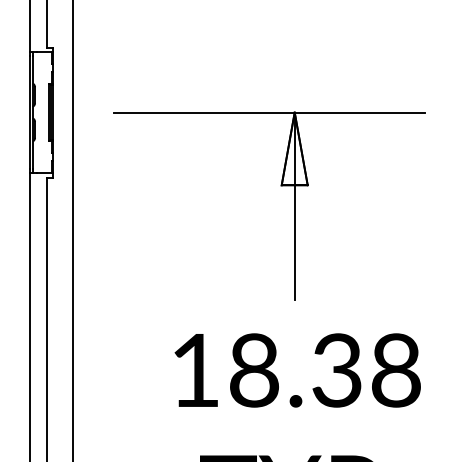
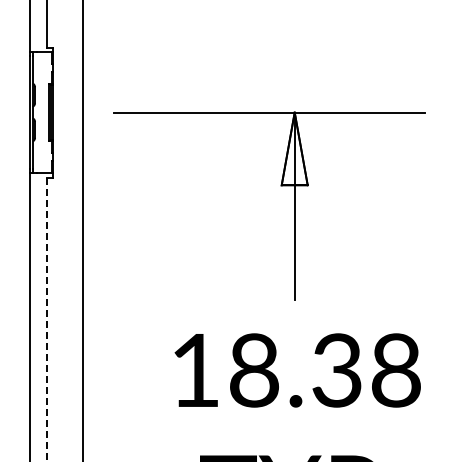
line at (72, 230) position: (72, 230) -> (82, 230)
line at (46, 319): solid -> dashed
